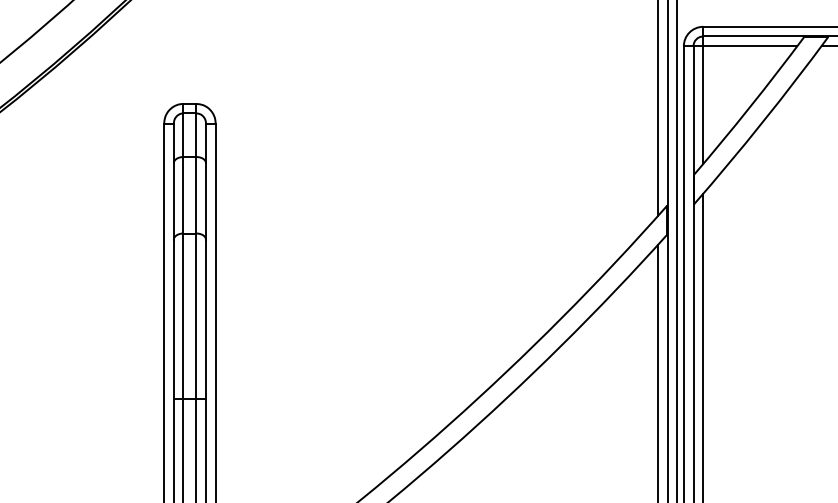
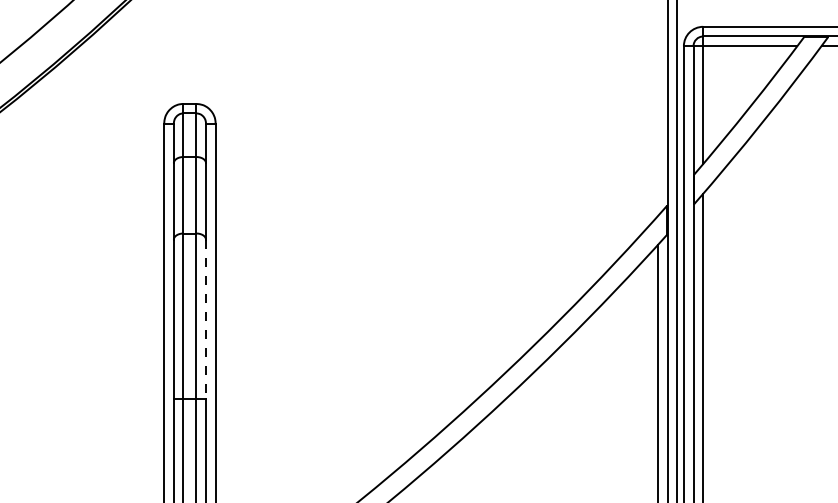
line at (658, 108): present -> none
line at (206, 319): solid -> dashed
